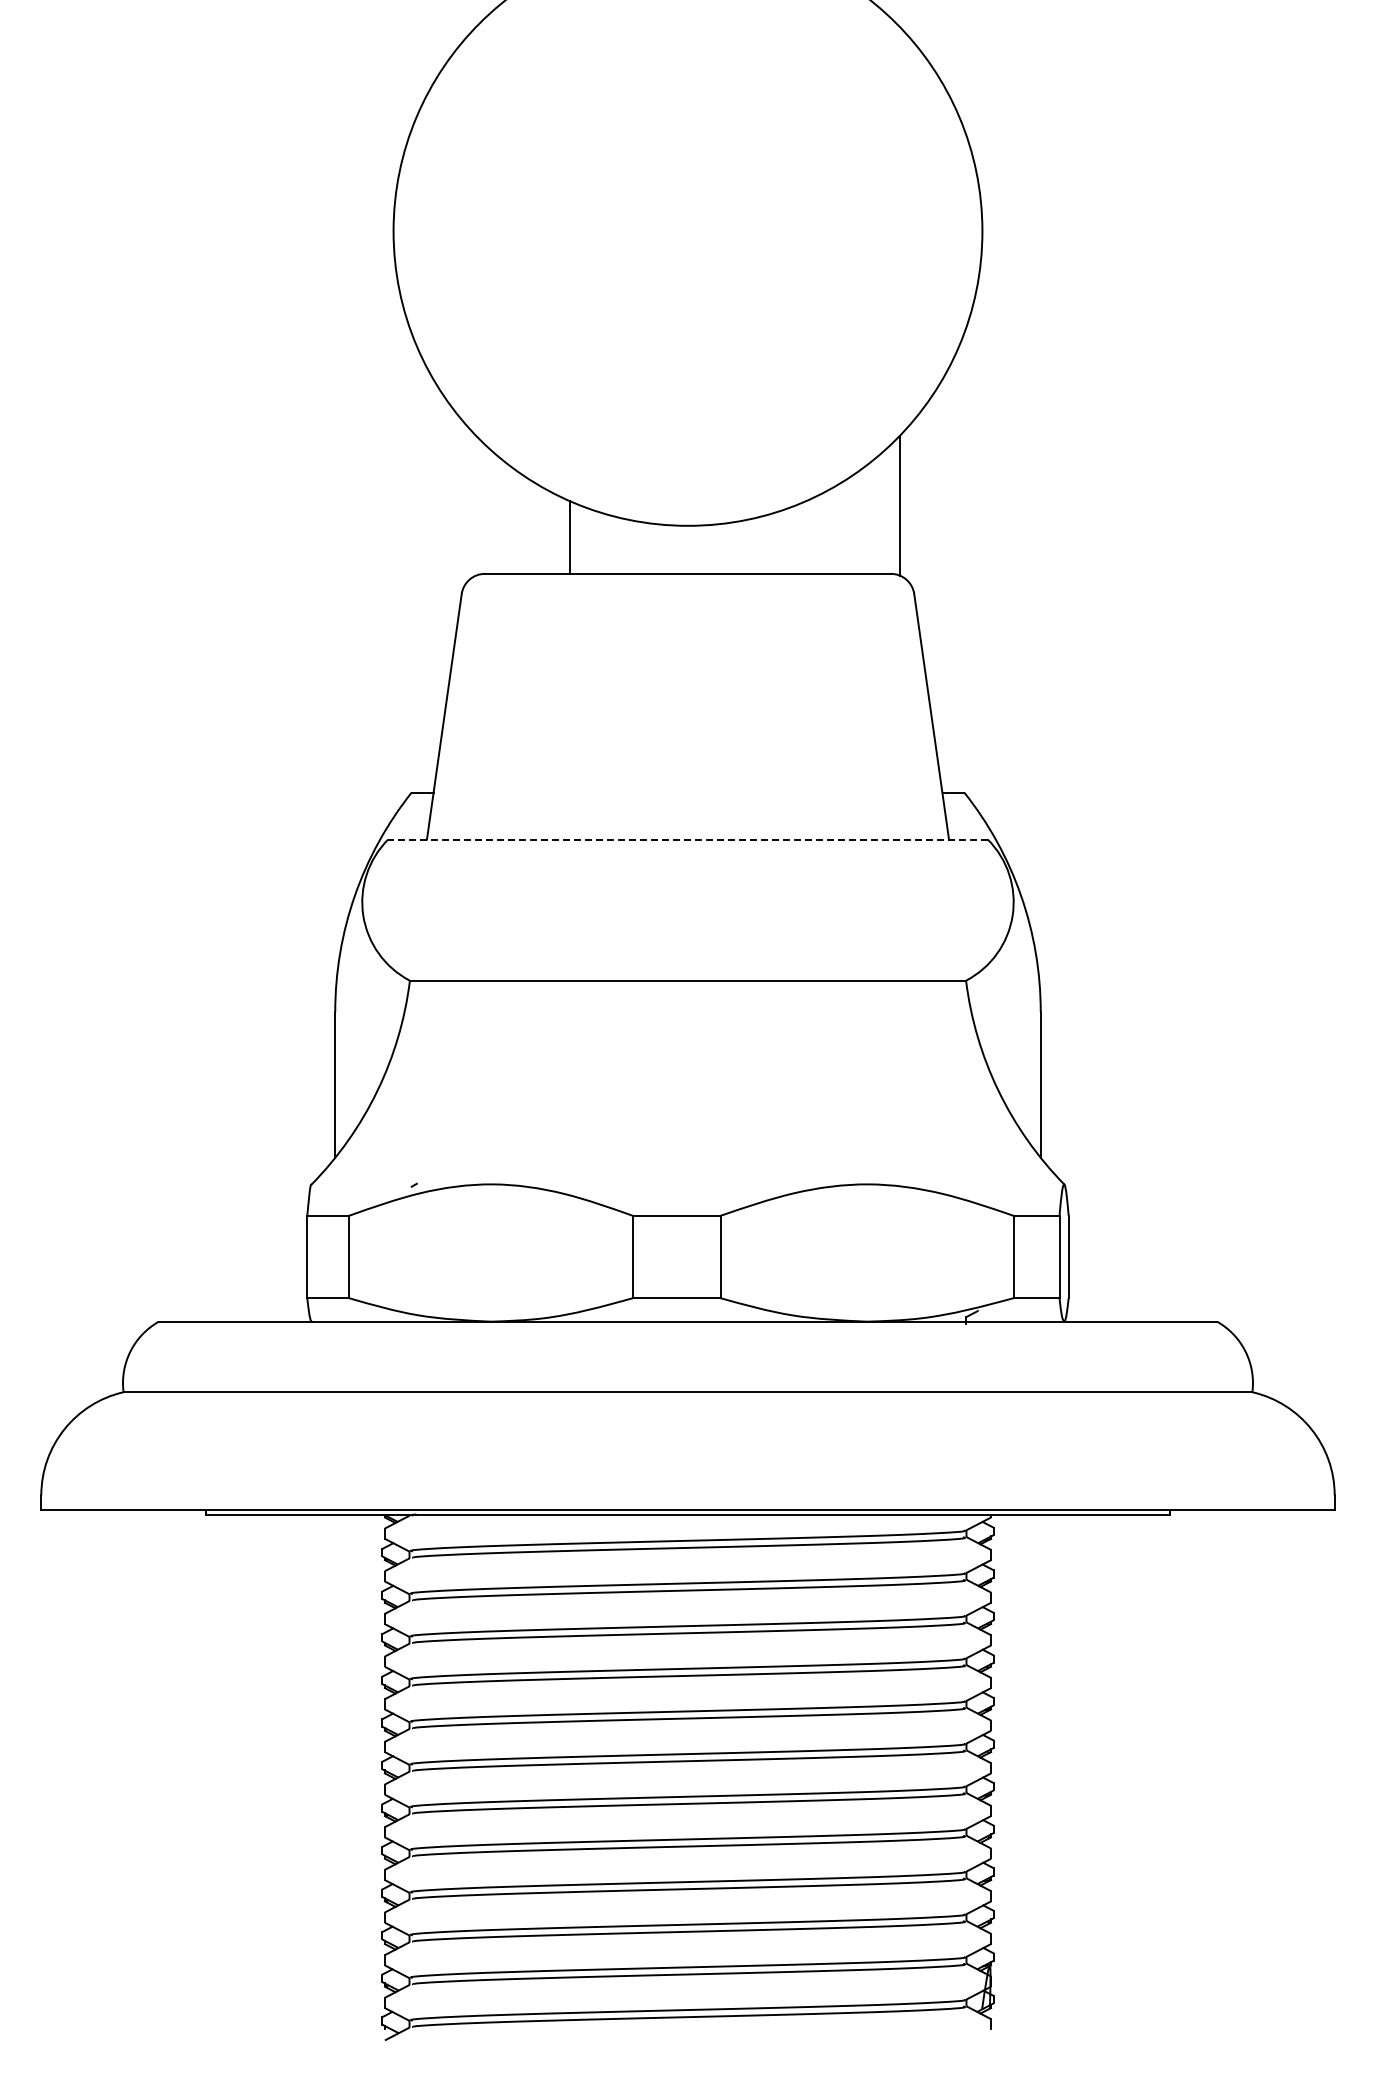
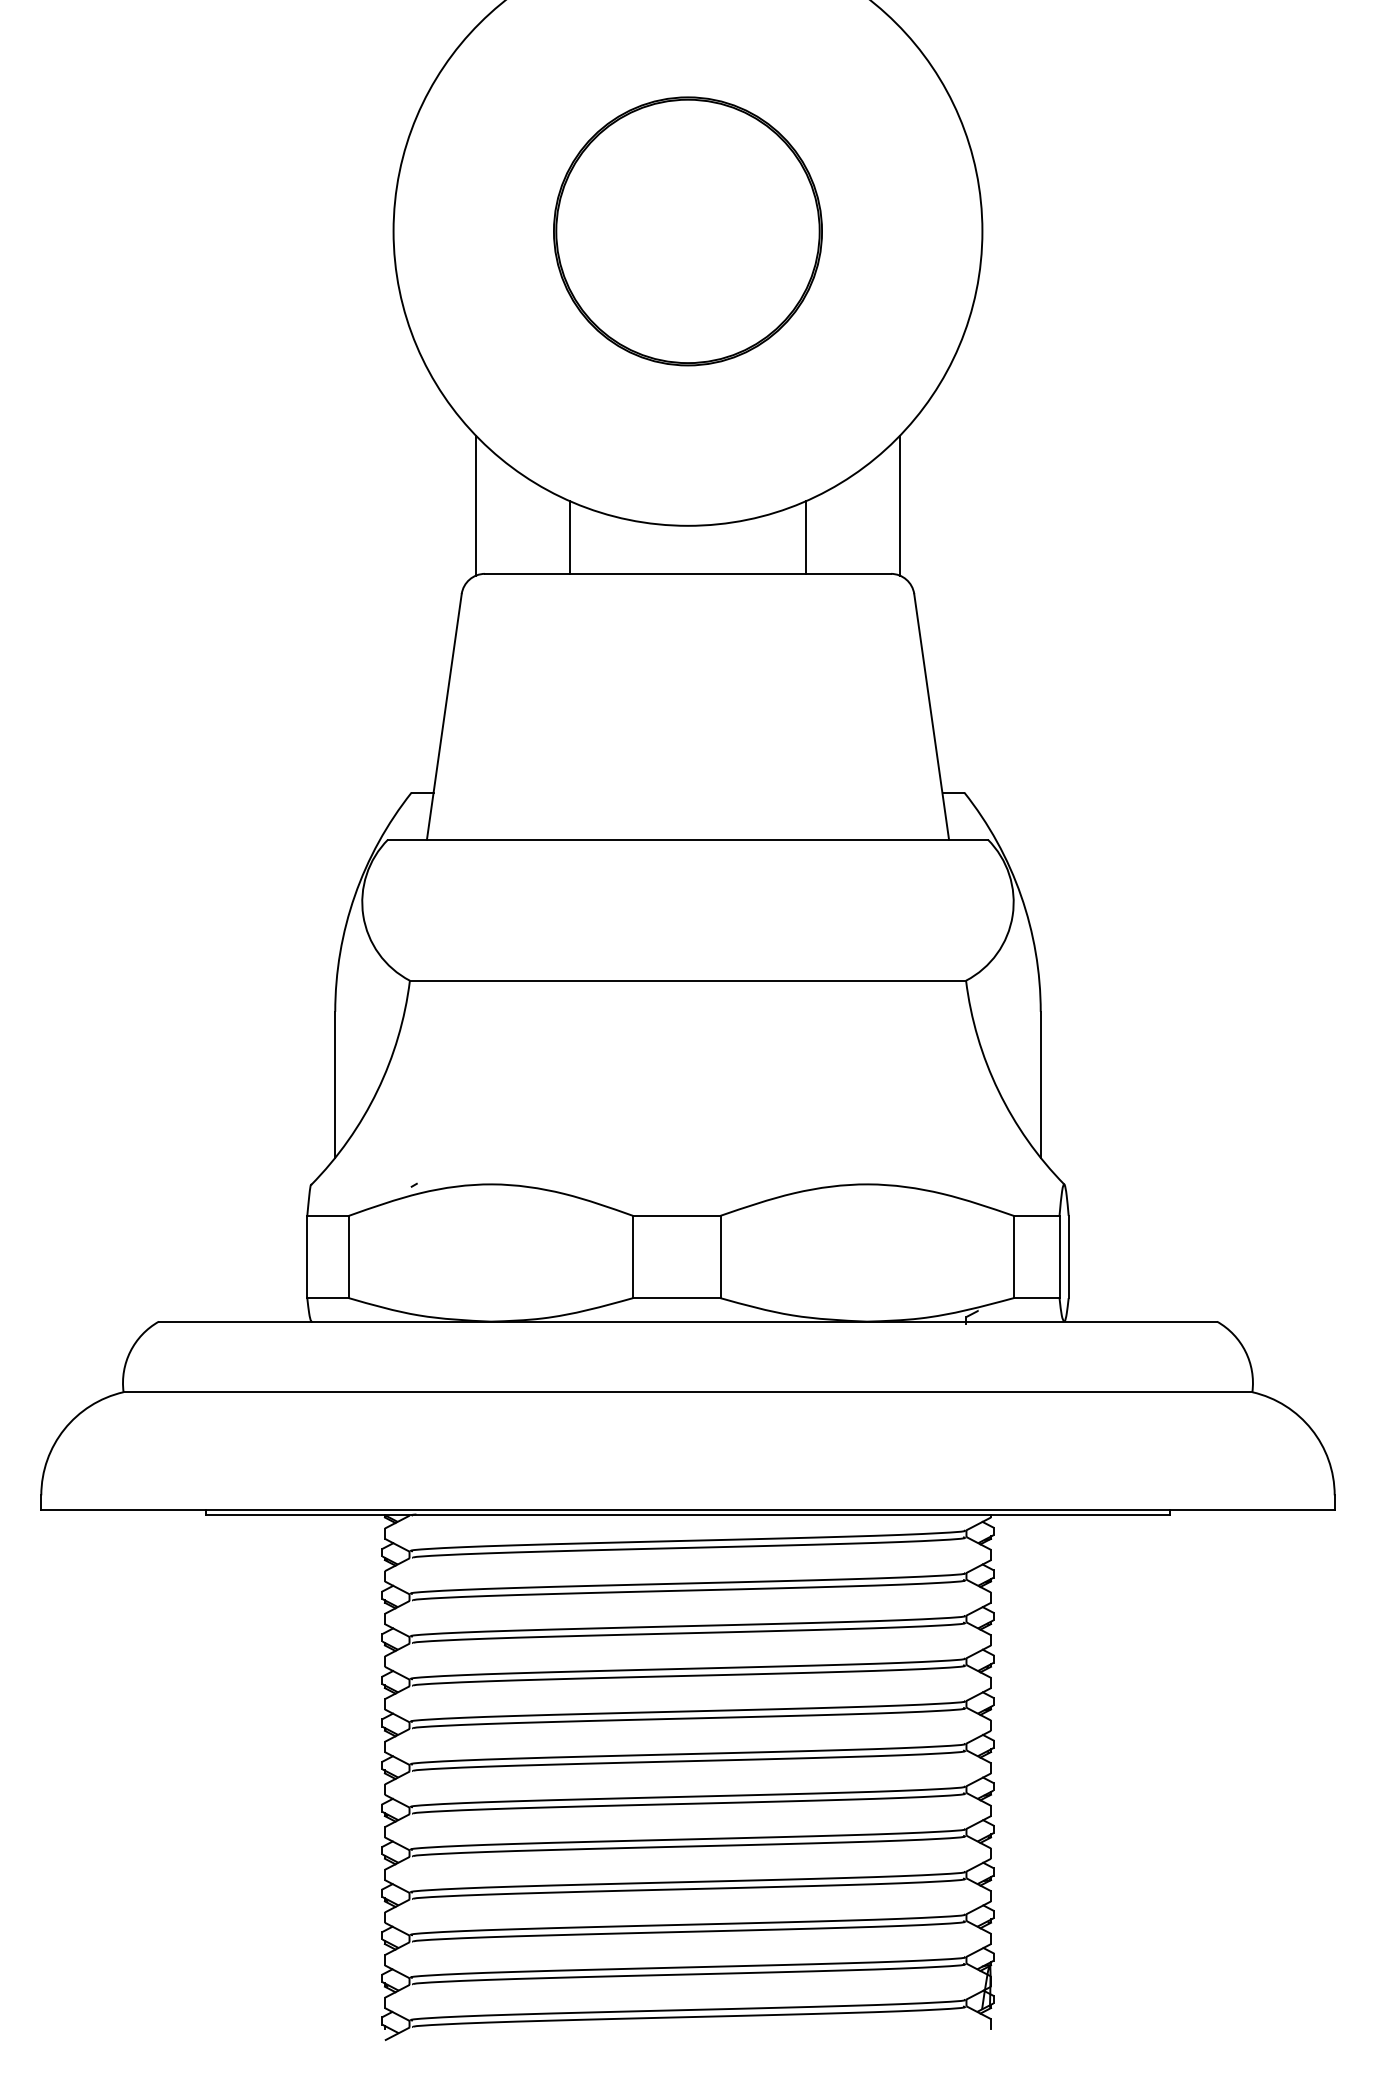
part at (687, 231): none -> present
line at (476, 505): none -> present
line at (805, 537): none -> present
line at (688, 839): dashed -> solid
